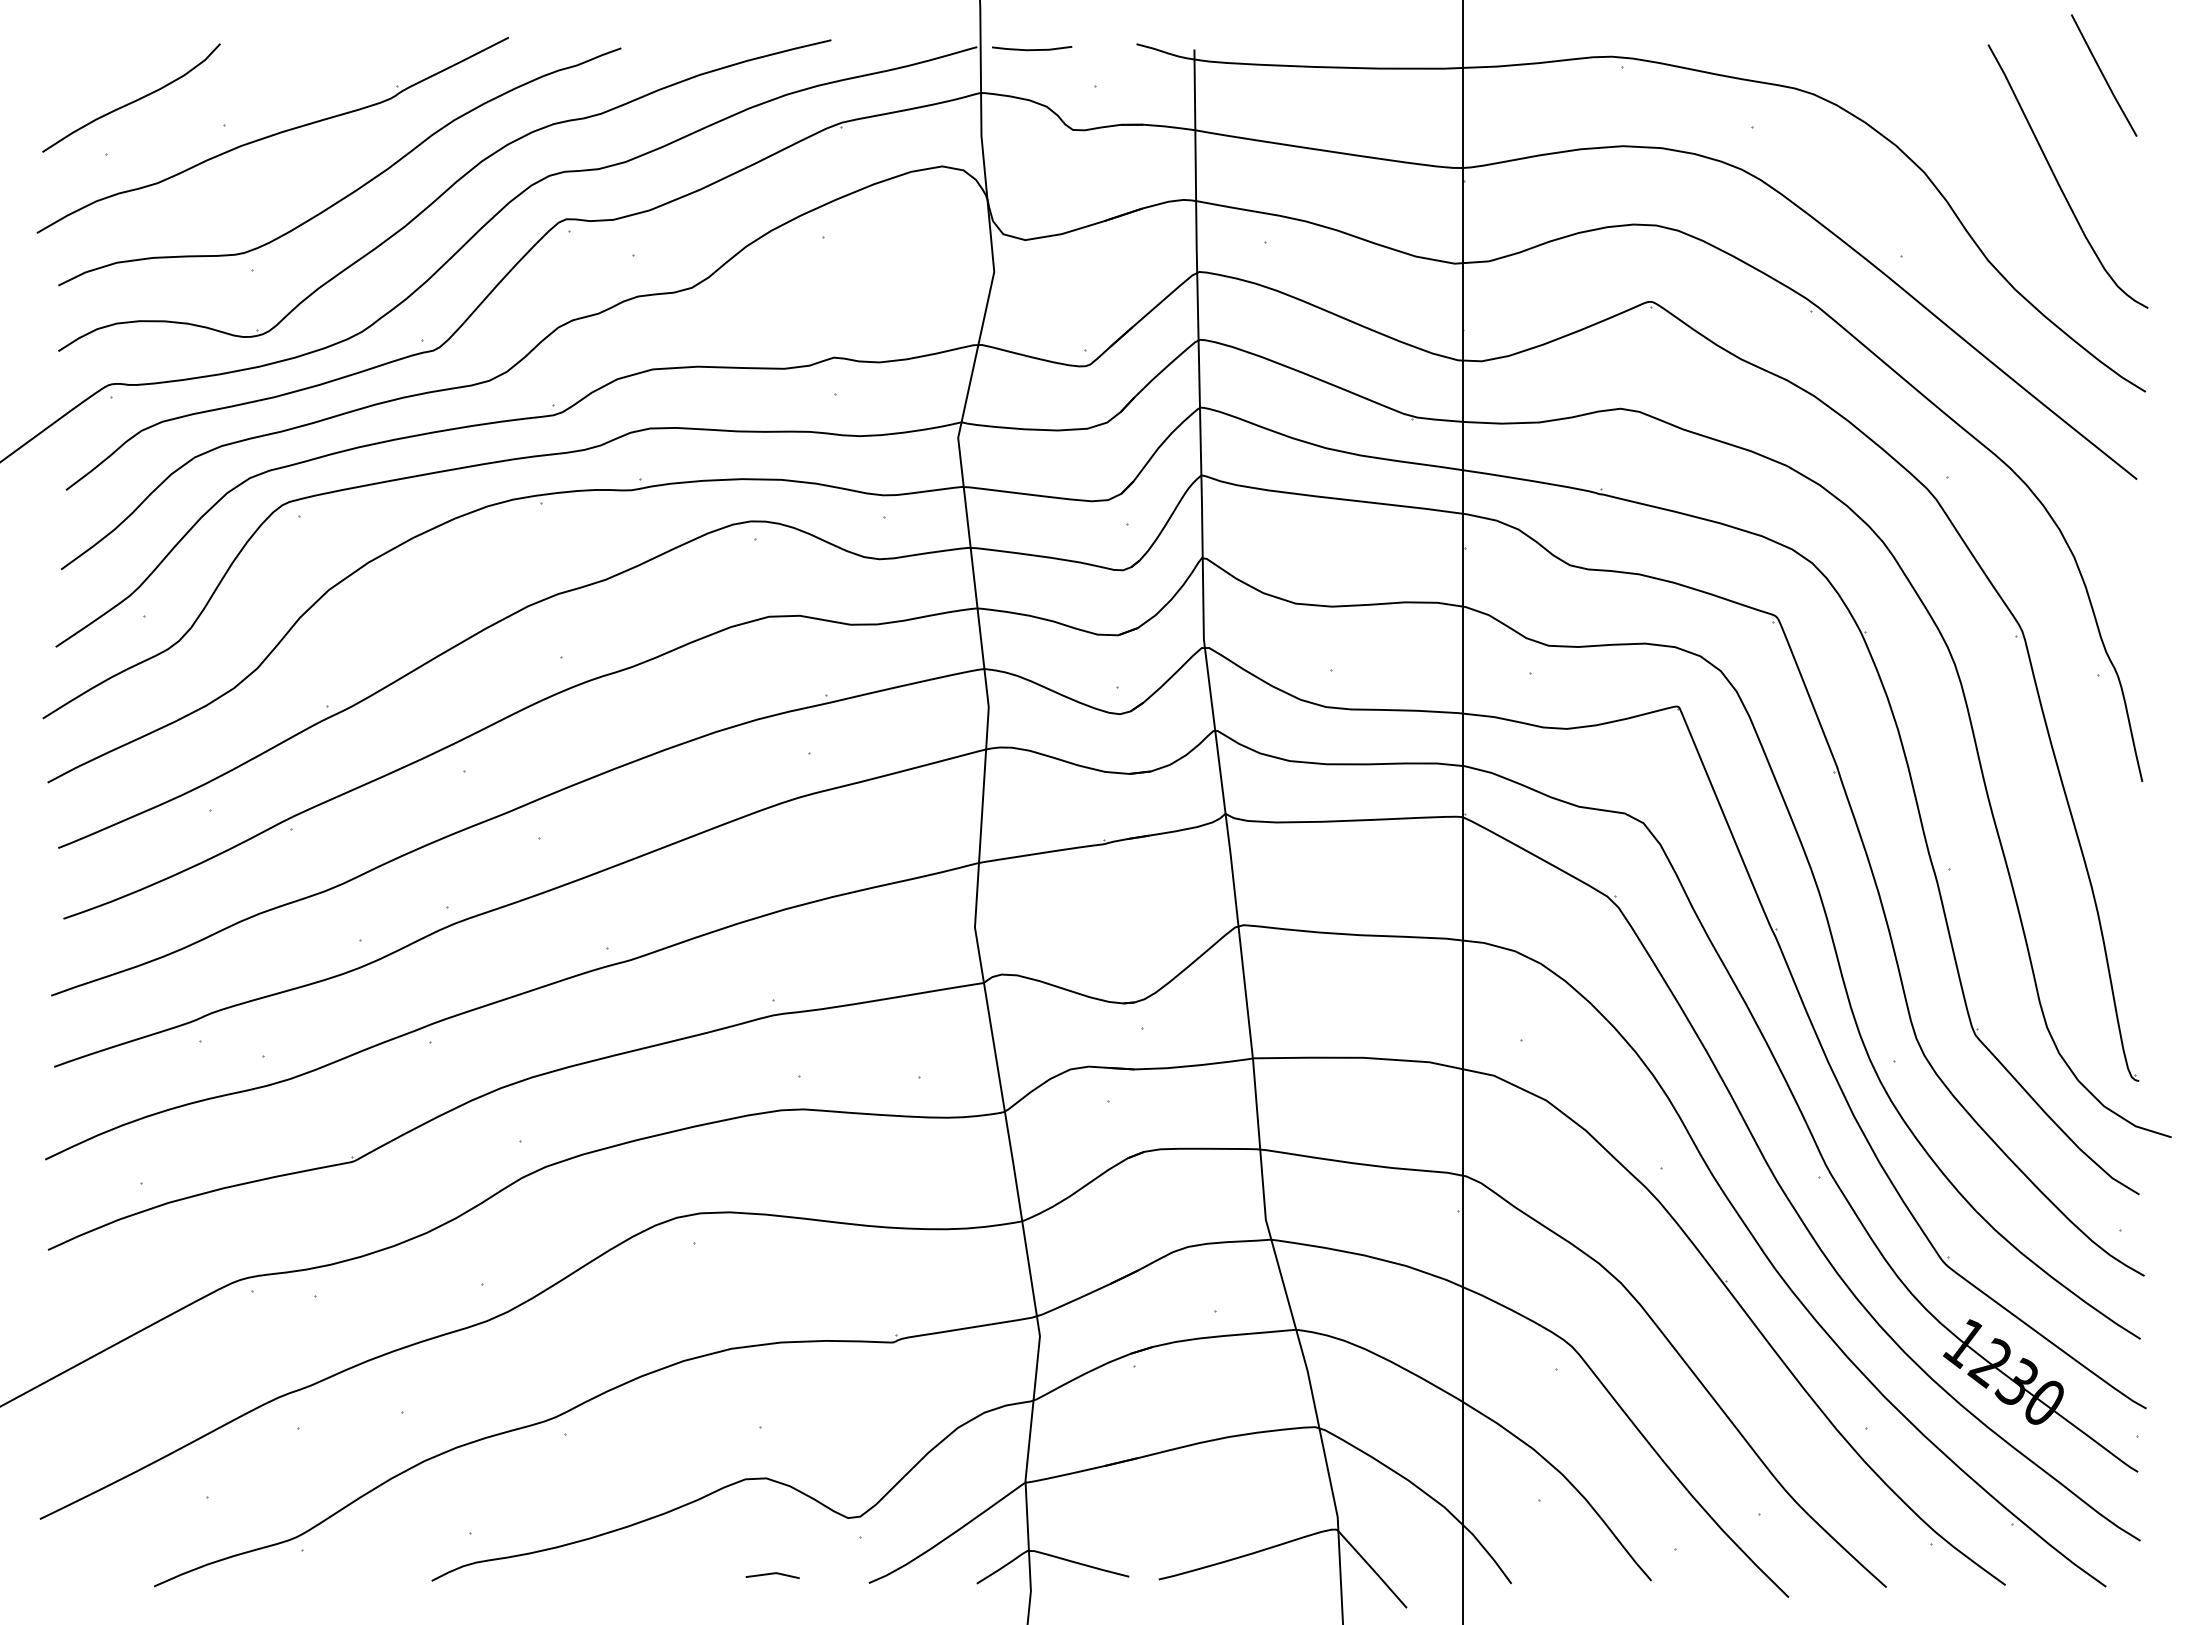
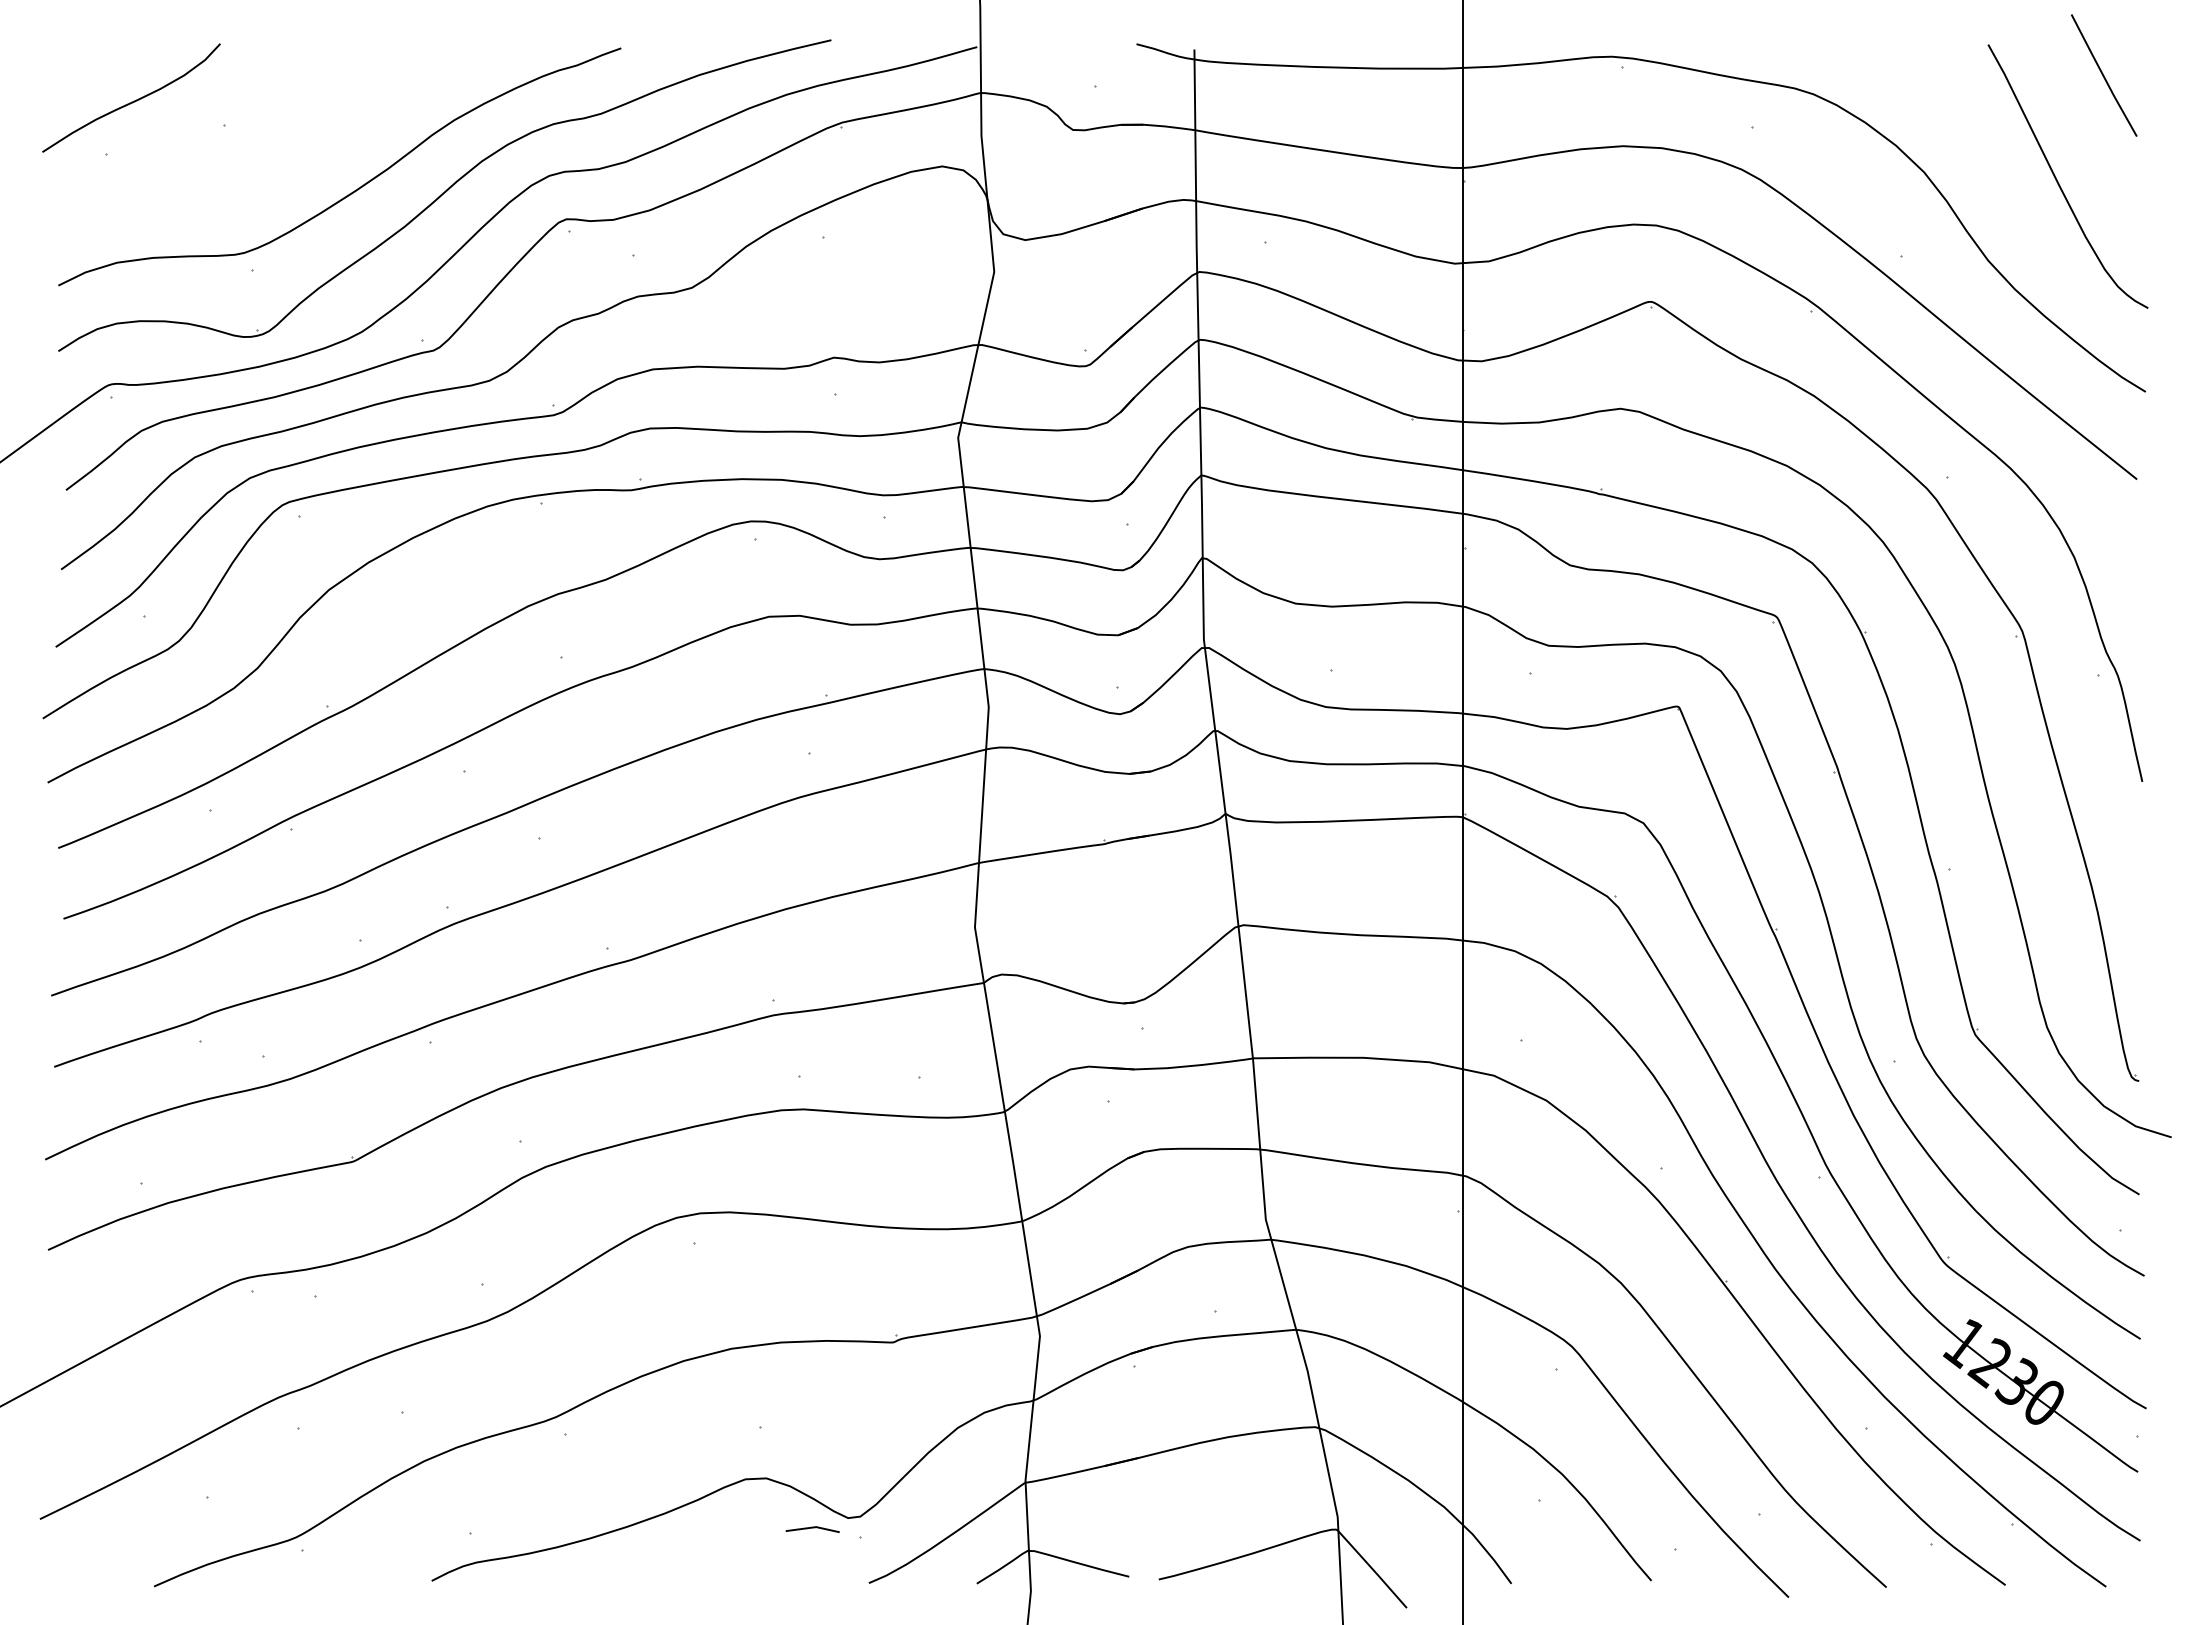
line at (1032, 49): present -> none
part at (272, 135): present -> none
line at (772, 1574) position: (772, 1574) -> (812, 1528)
